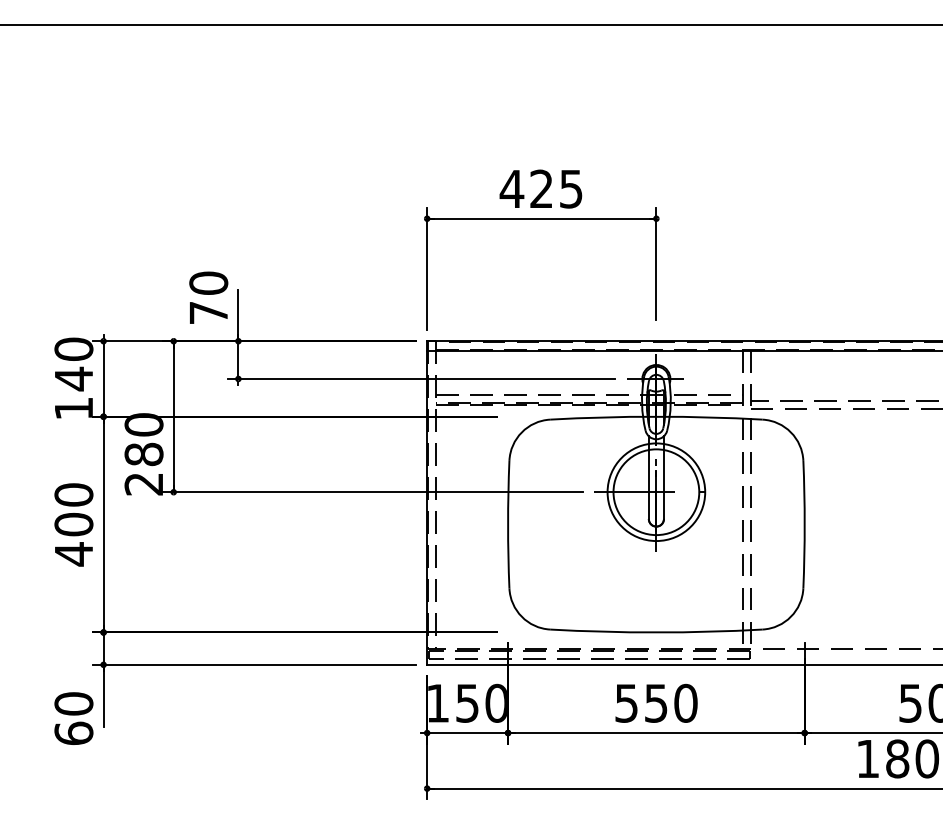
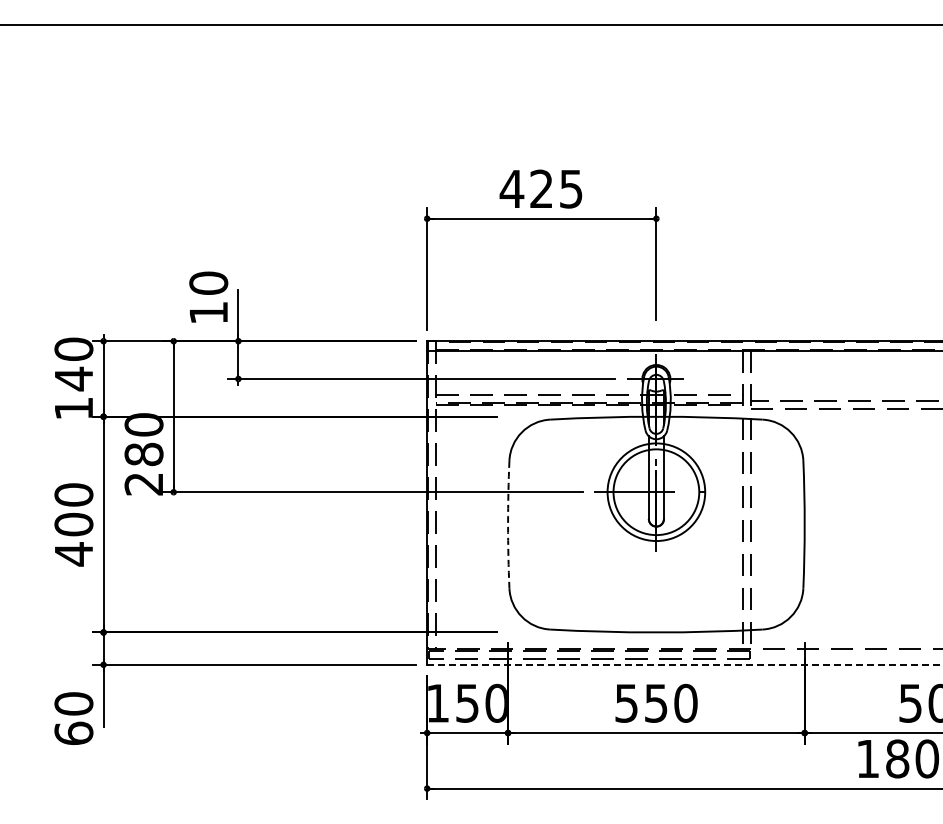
text at (208, 312): 70 -> 10
arc at (508, 524): solid -> dashed
line at (685, 664): solid -> dashed
